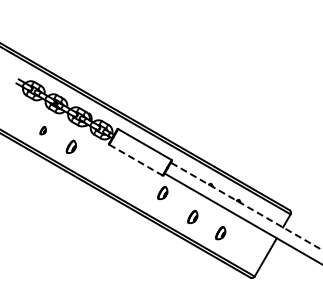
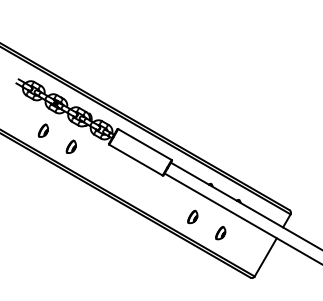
part at (42, 130) size: 8x10 px -> 12x15 px
line at (135, 160): dashed -> solid
part at (162, 192): present -> none
line at (246, 206): dashed -> solid
